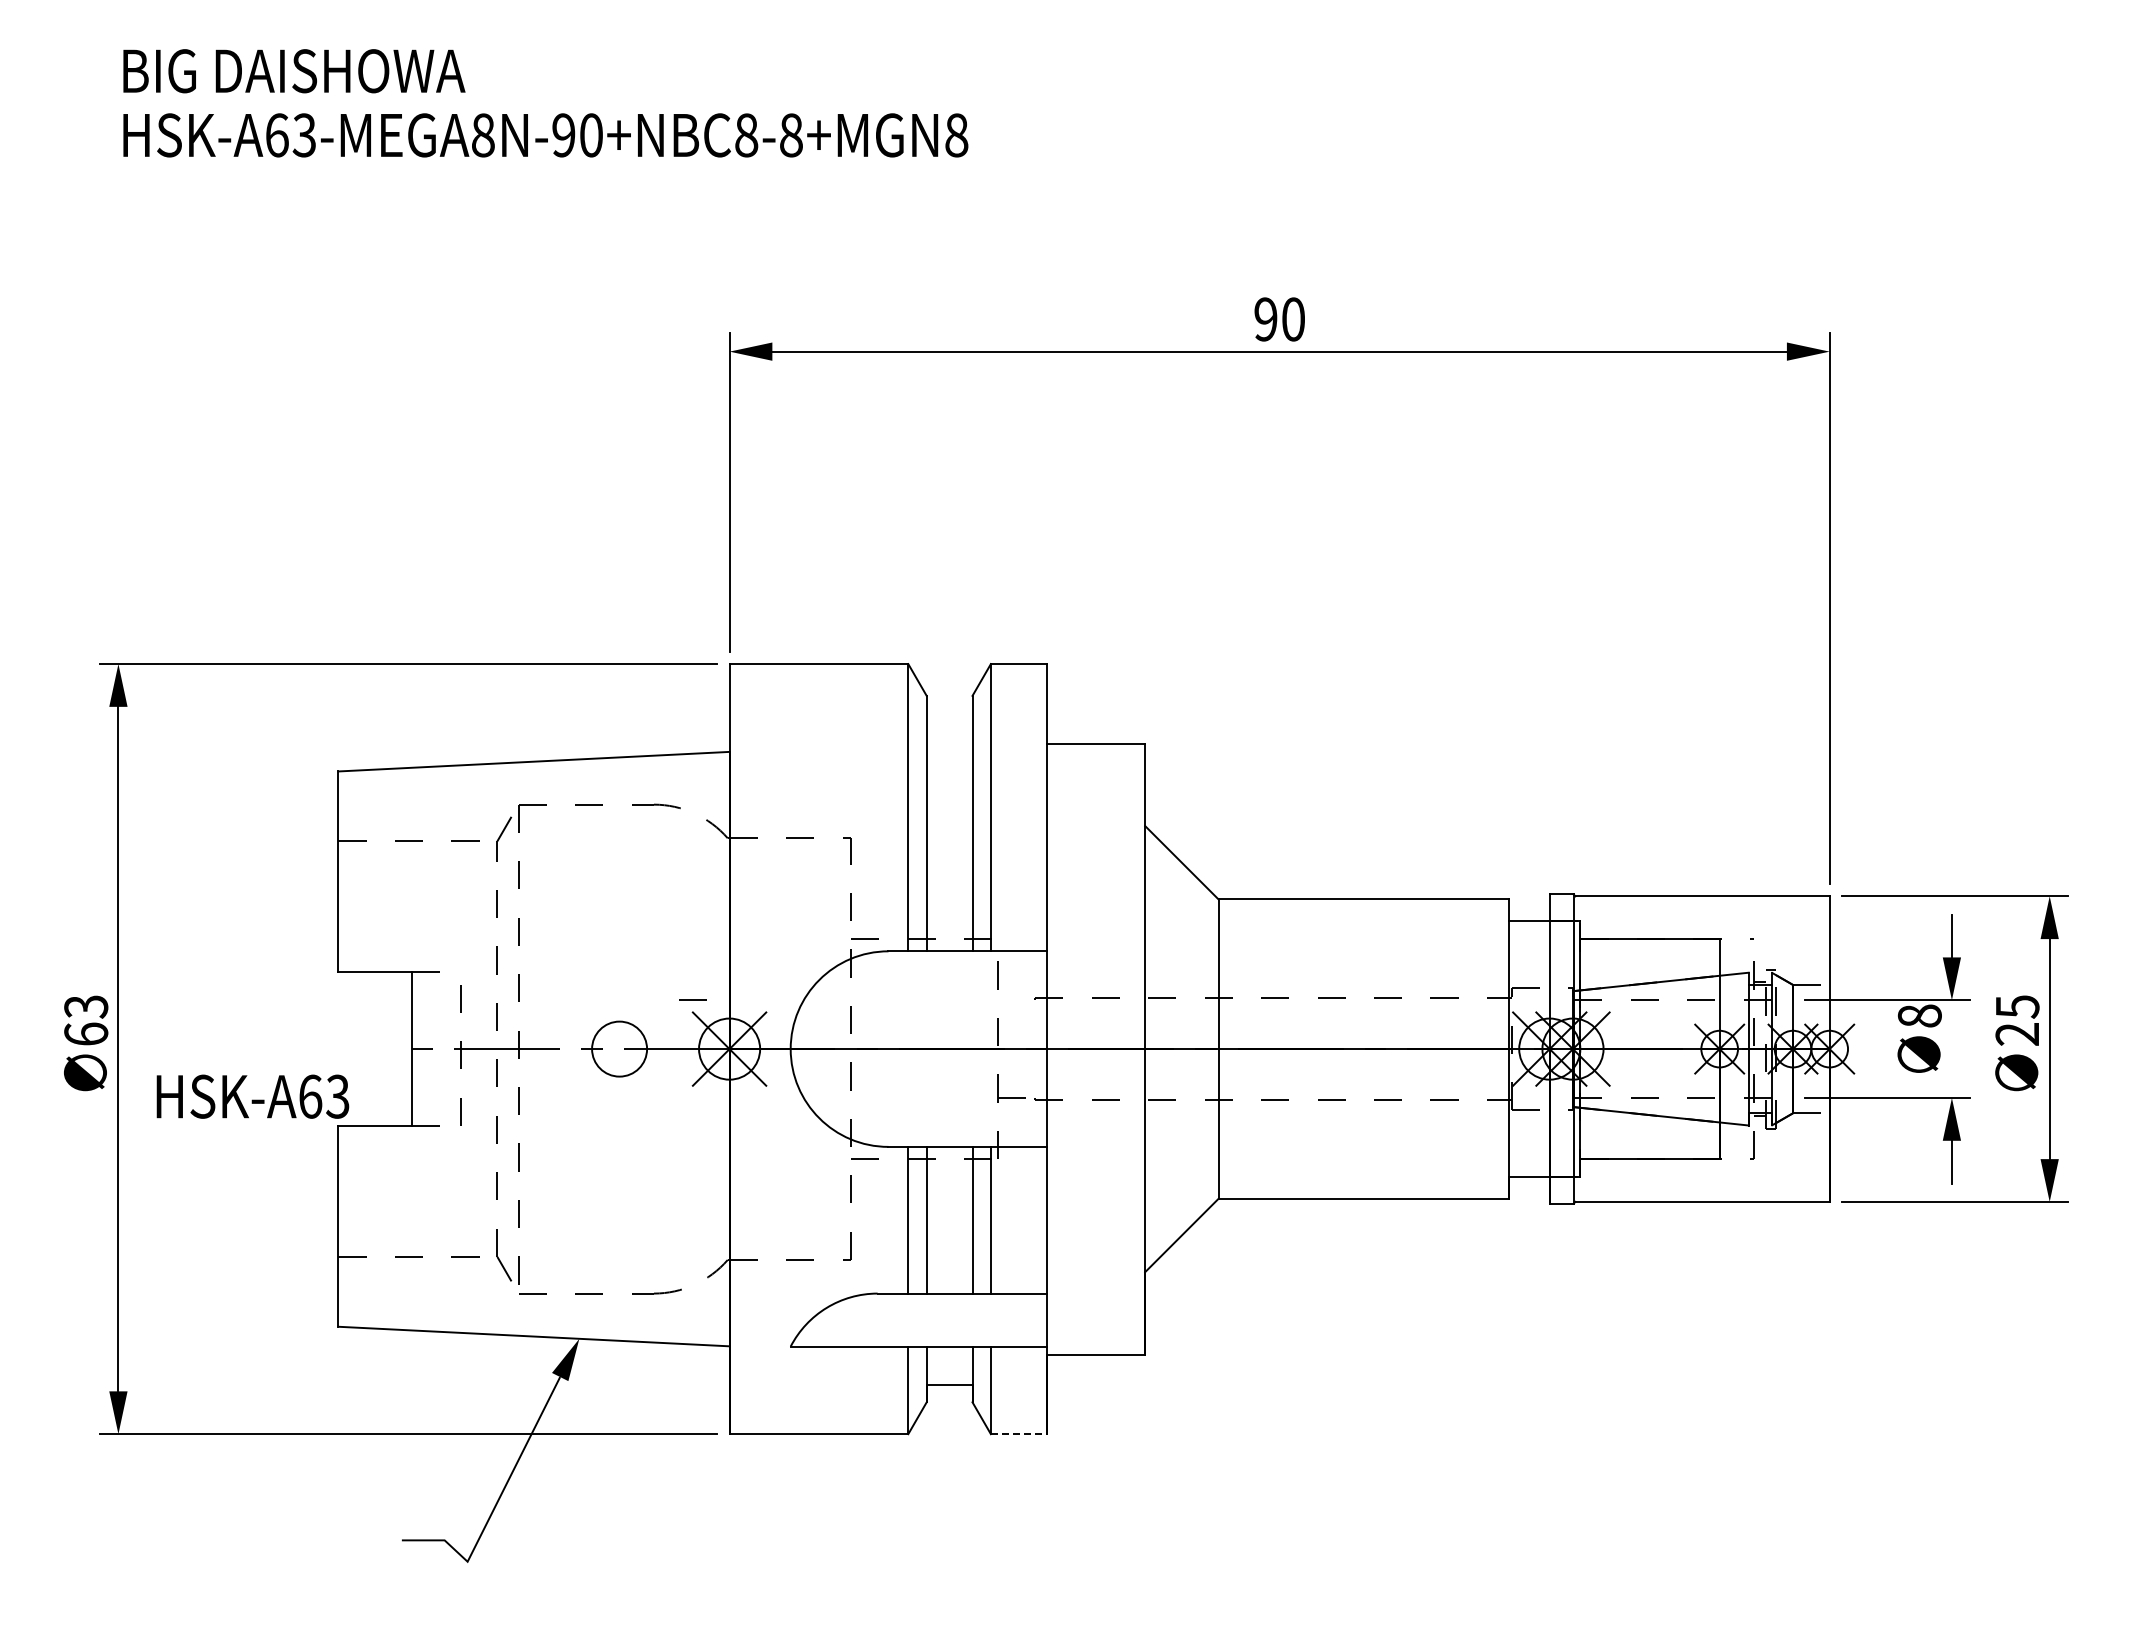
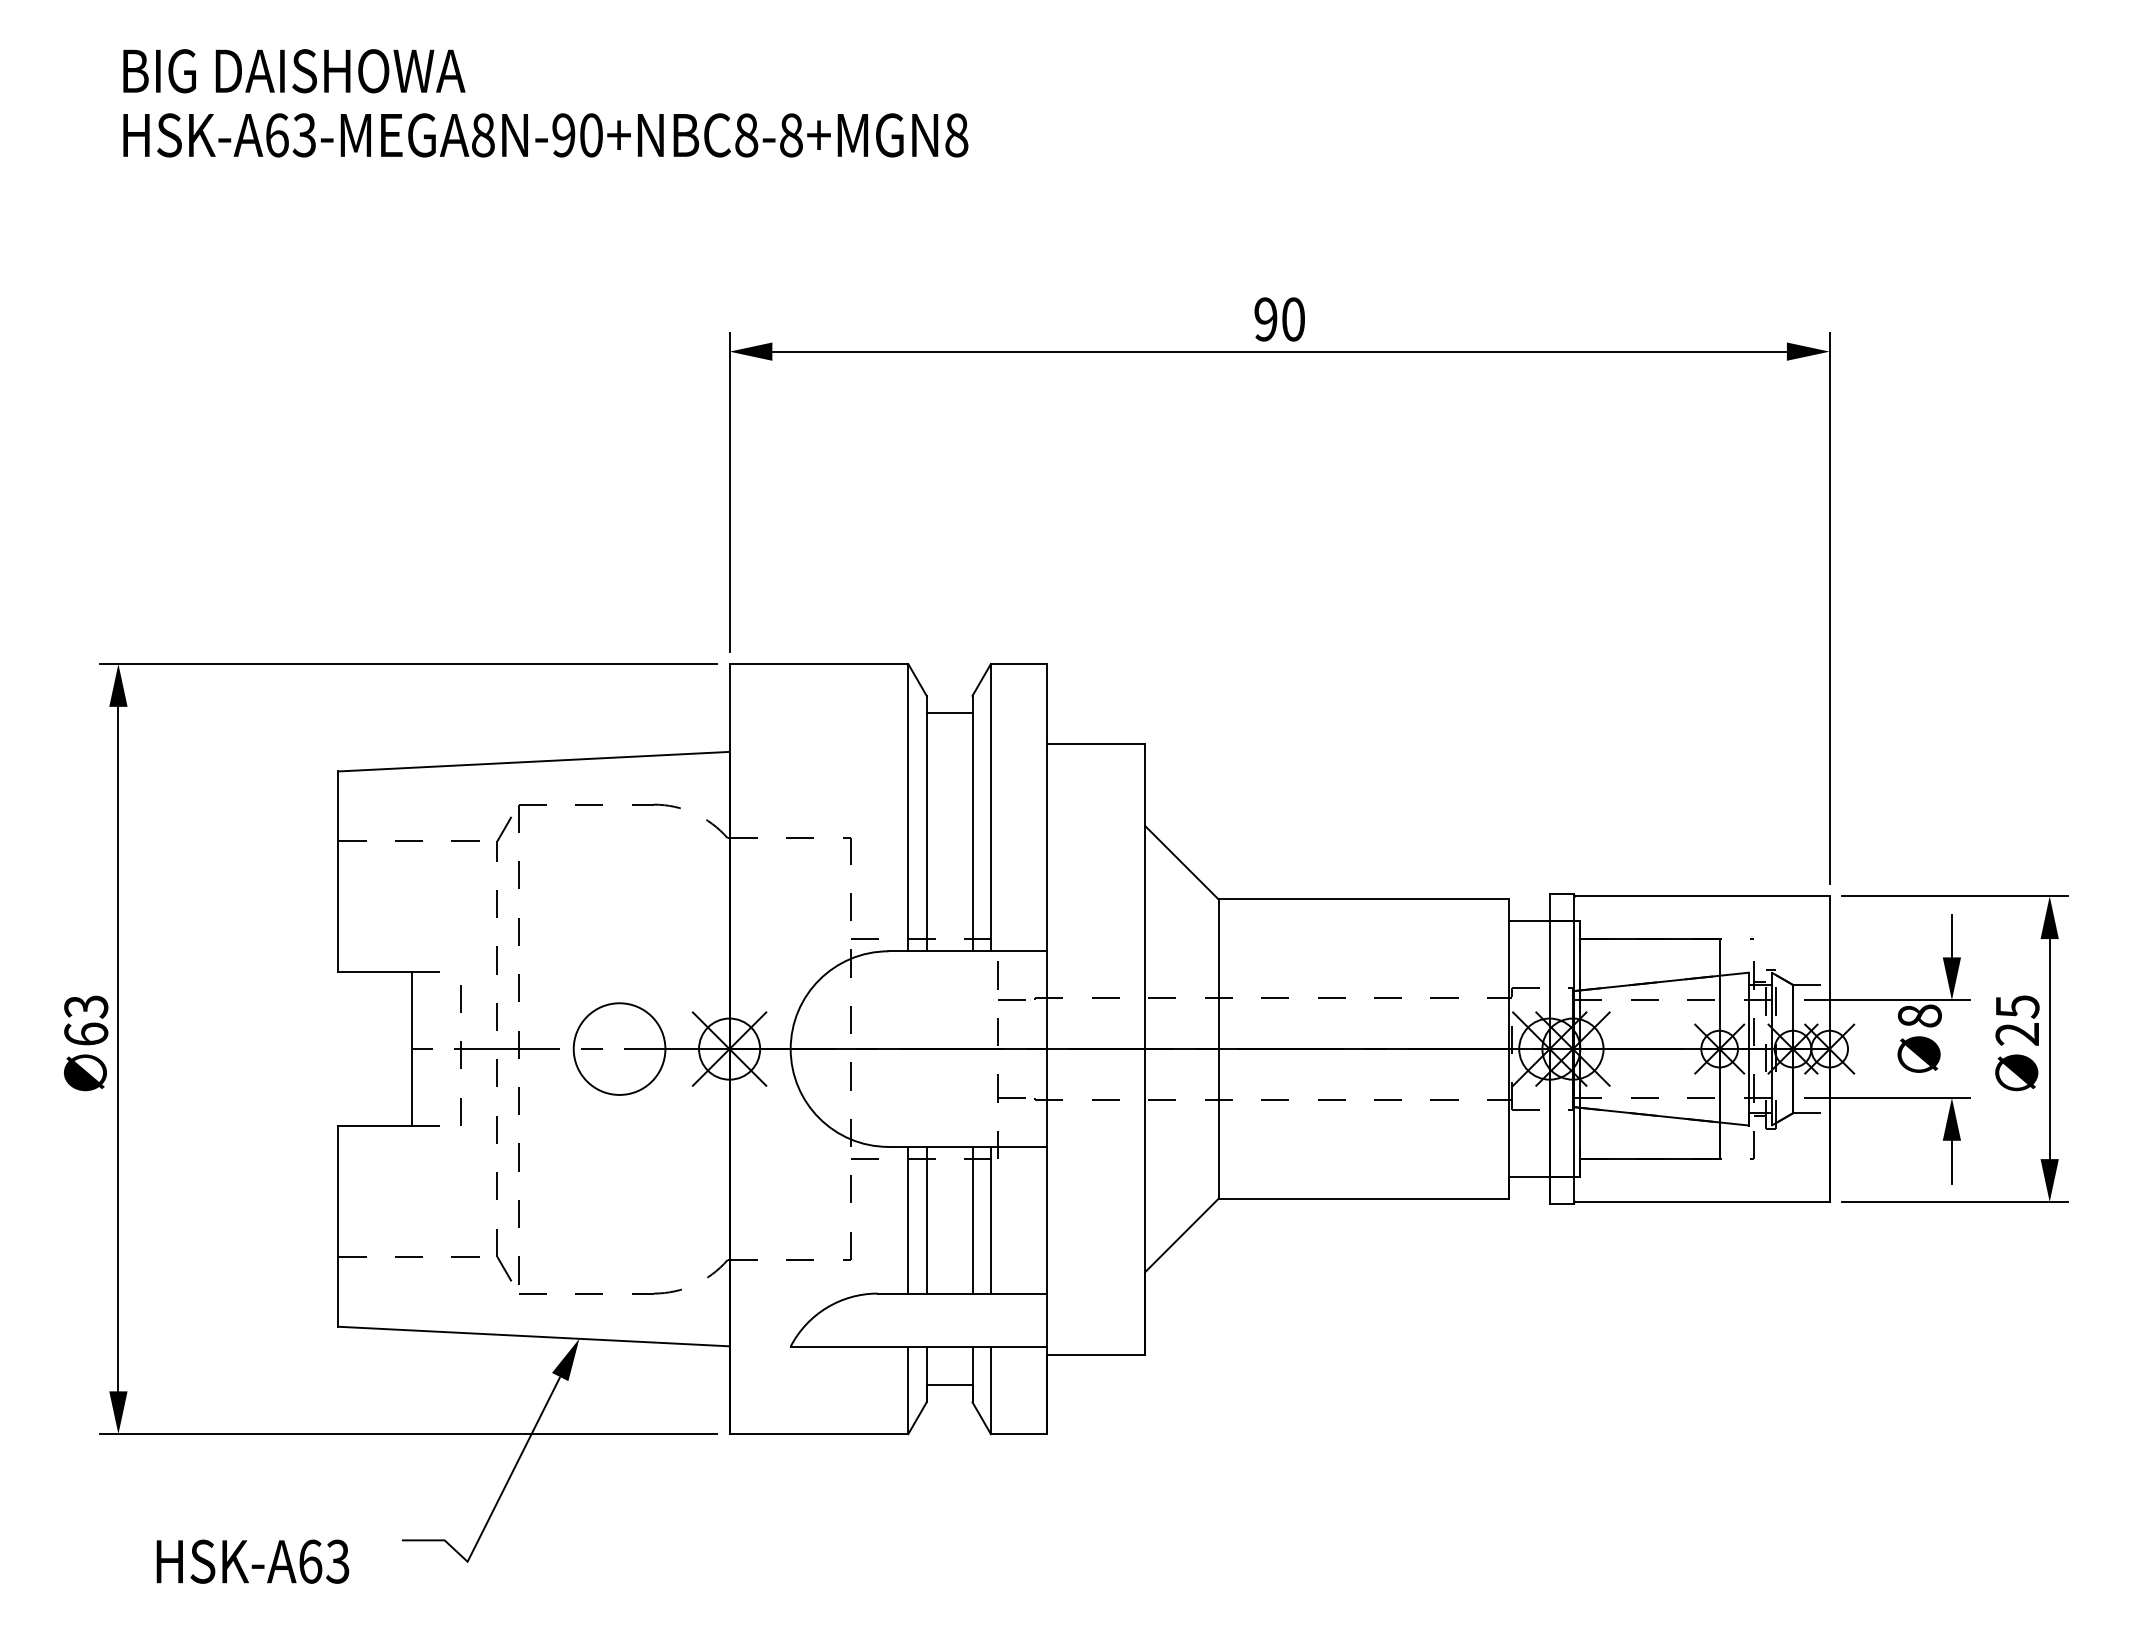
line at (949, 712): none -> present
line at (692, 999) position: (692, 999) -> (1011, 999)
circle at (619, 1048) diameter: 55 px -> 92 px
text at (252, 1096) position: (252, 1096) -> (252, 1561)
line at (1019, 1434): dashed -> solid
